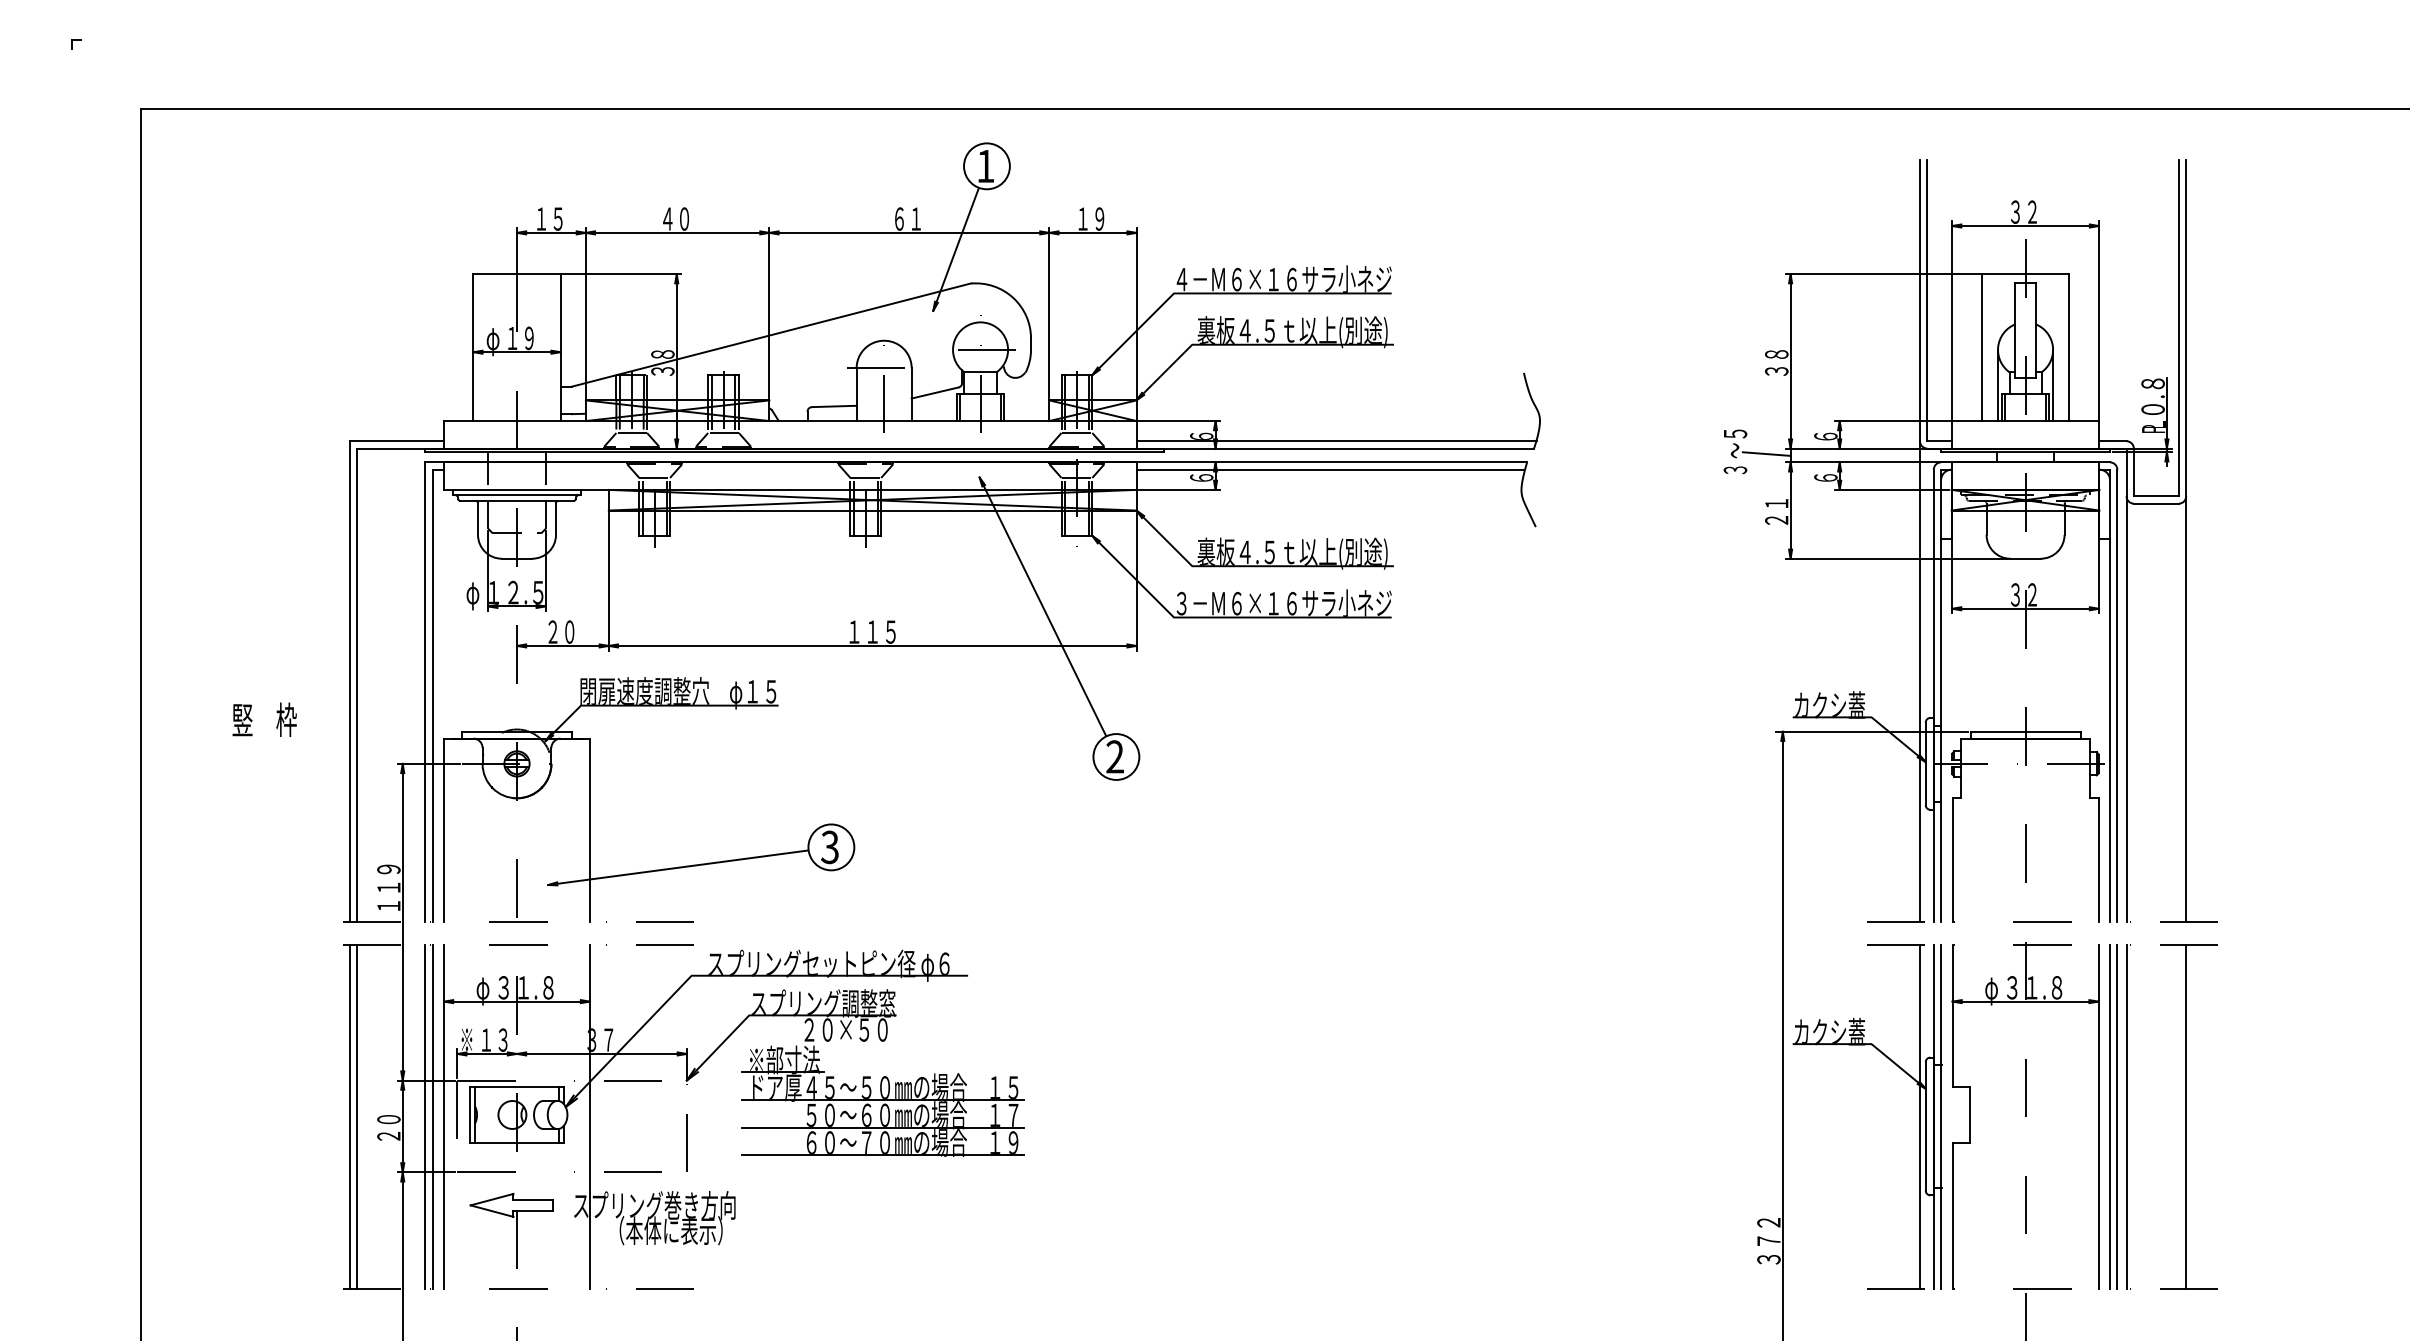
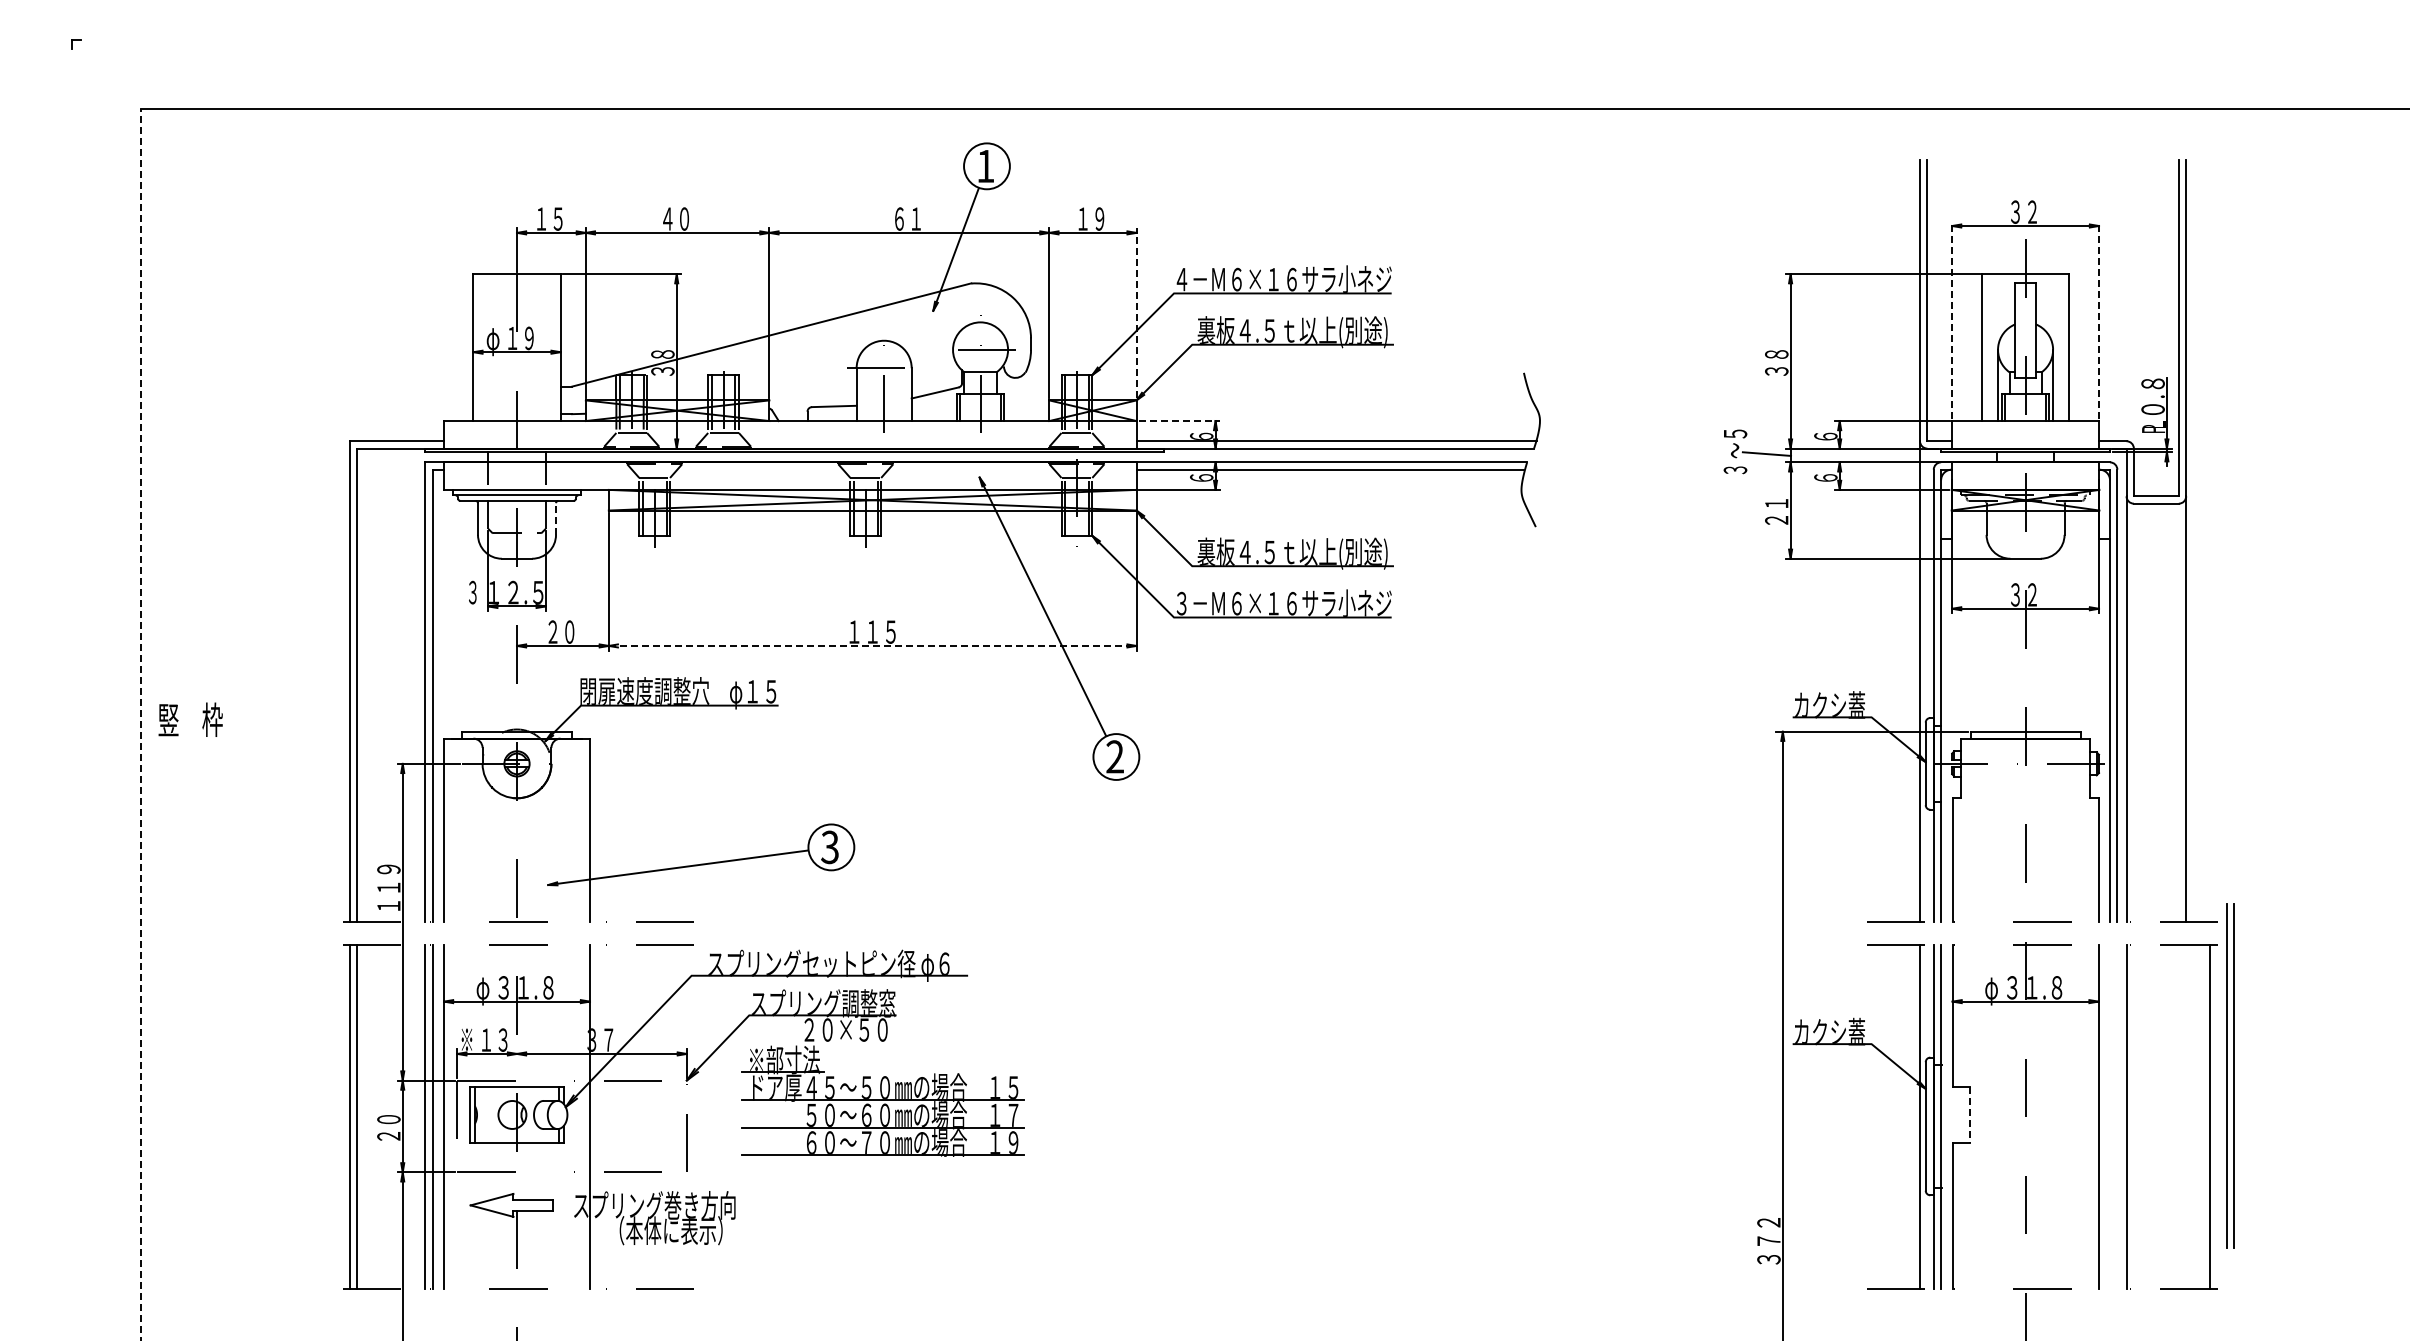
line at (1136, 313): solid -> dashed
line at (1952, 320): solid -> dashed
line at (2099, 320): solid -> dashed
line at (1179, 421): solid -> dashed
line at (556, 519): solid -> dashed
text at (472, 595): φ -> ３
line at (872, 645): solid -> dashed
text at (264, 719) position: (264, 719) -> (190, 719)
line at (141, 724): solid -> dashed
line at (1969, 1114): solid -> dashed
part at (2113, 1116) position: (2113, 1116) -> (2230, 1075)
line at (2186, 1117) position: (2186, 1117) -> (2210, 1117)
